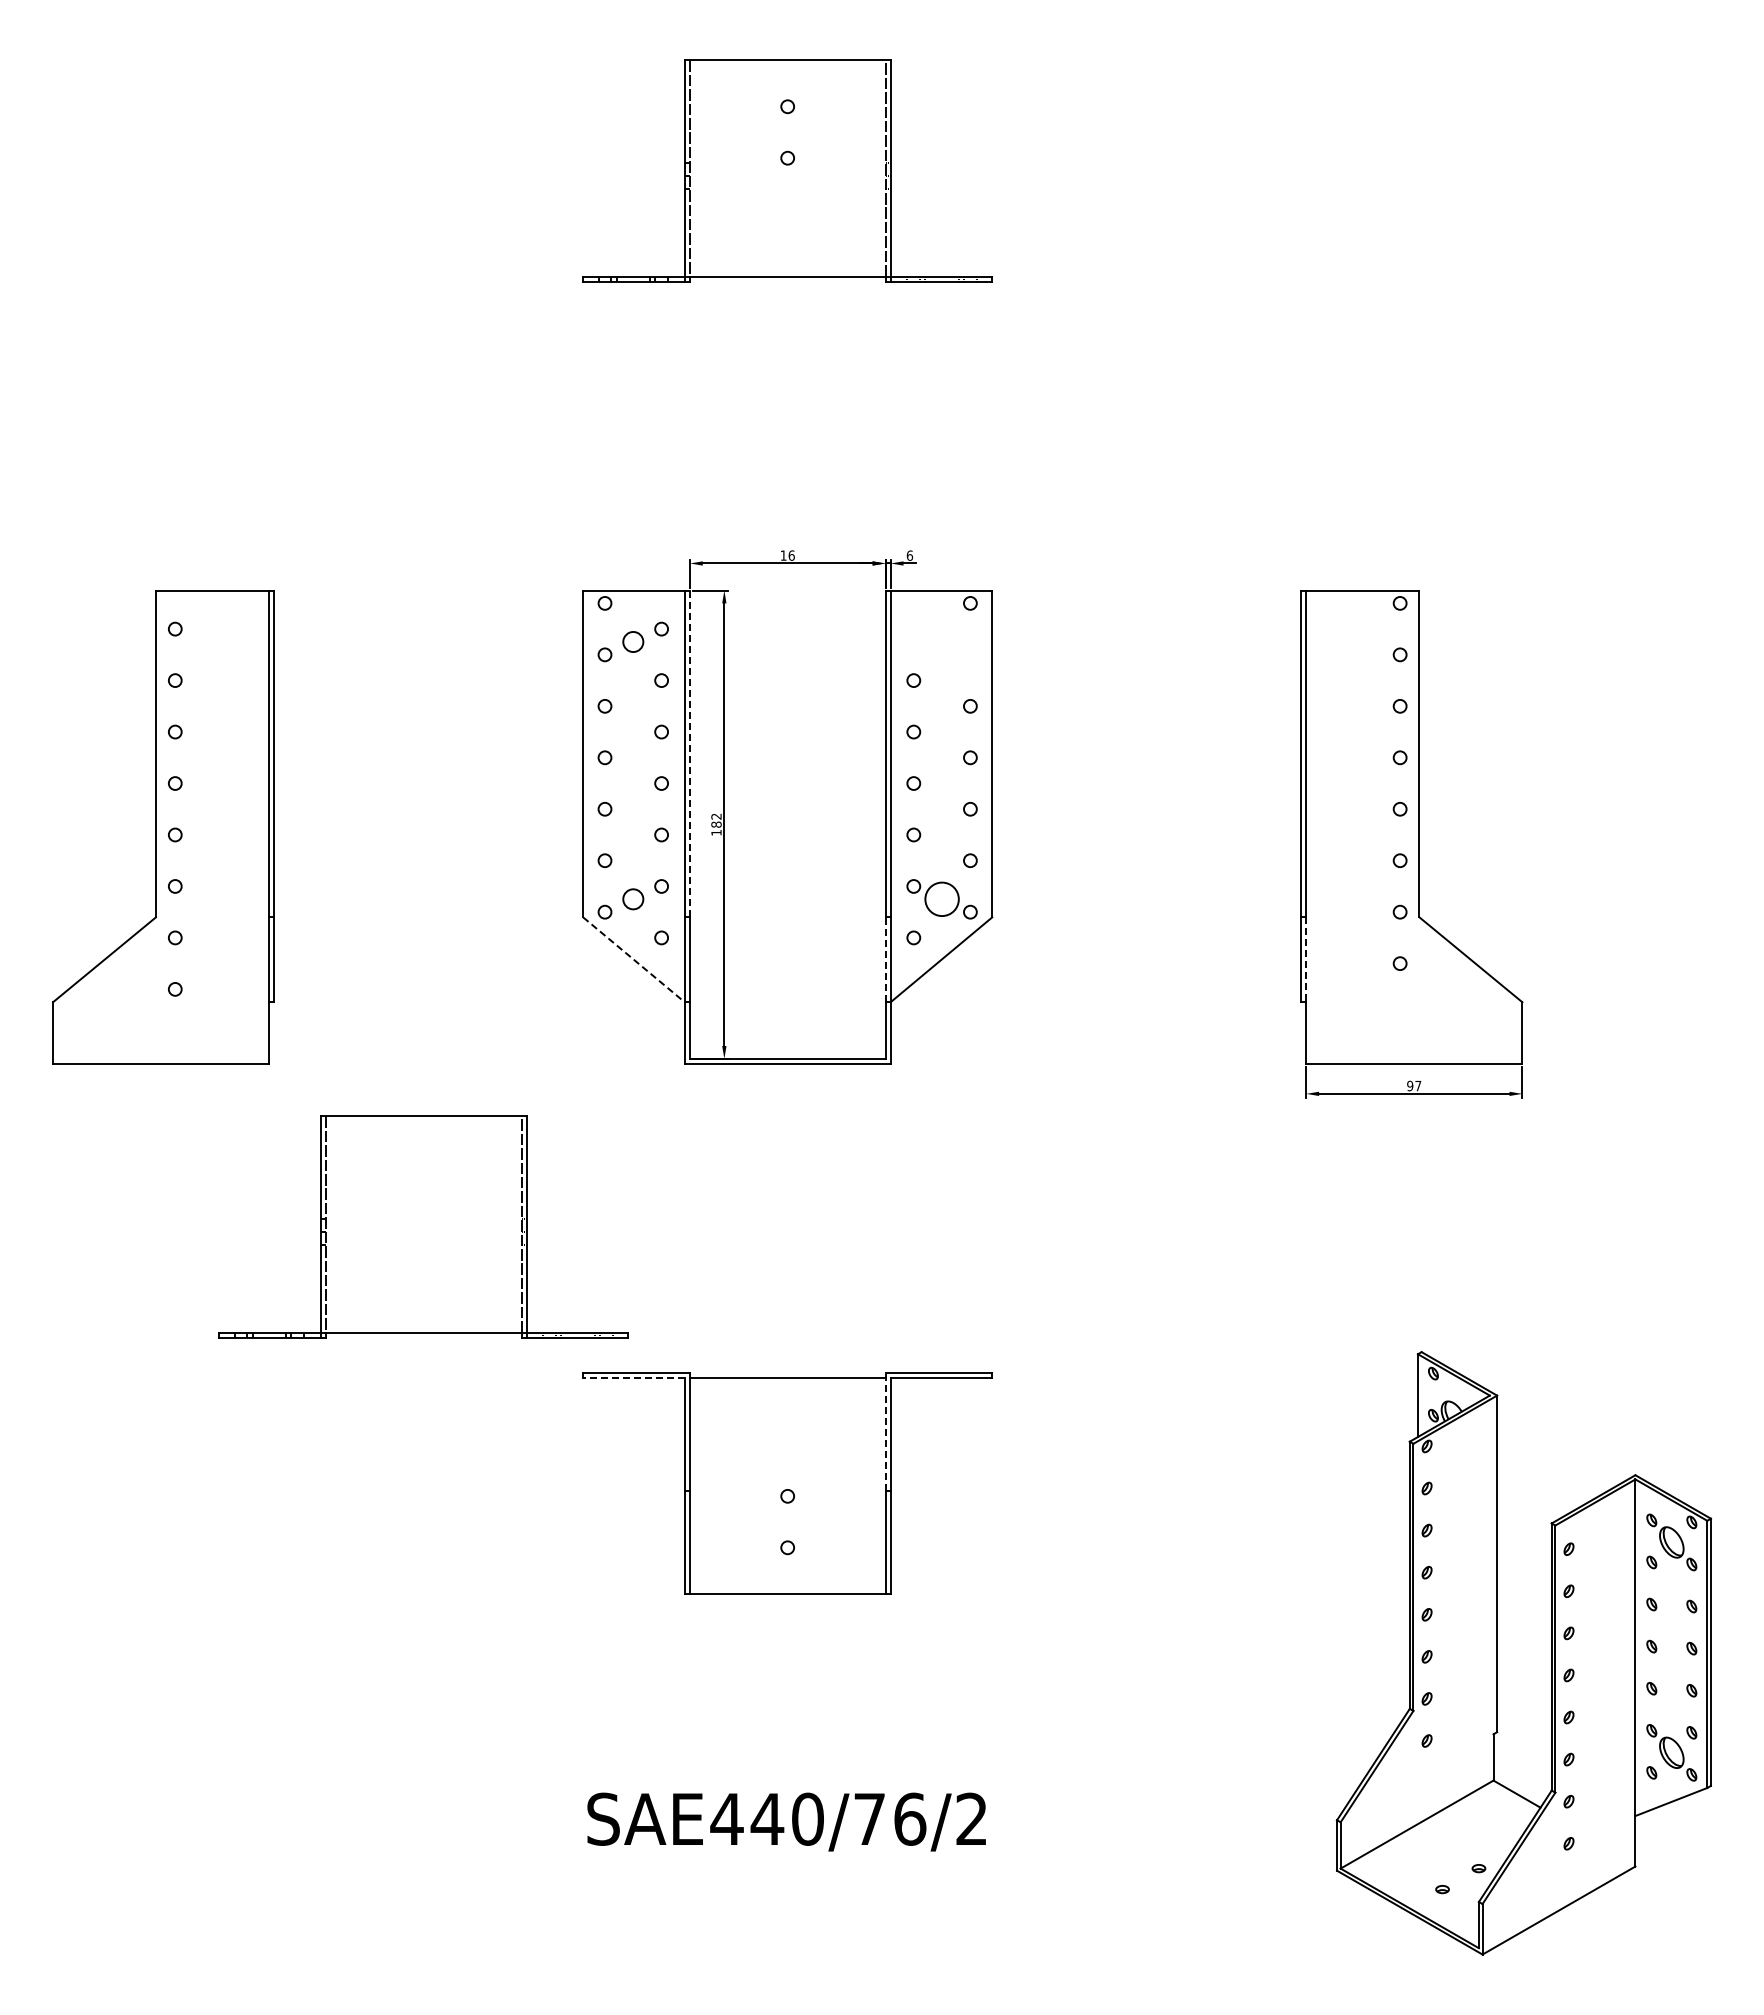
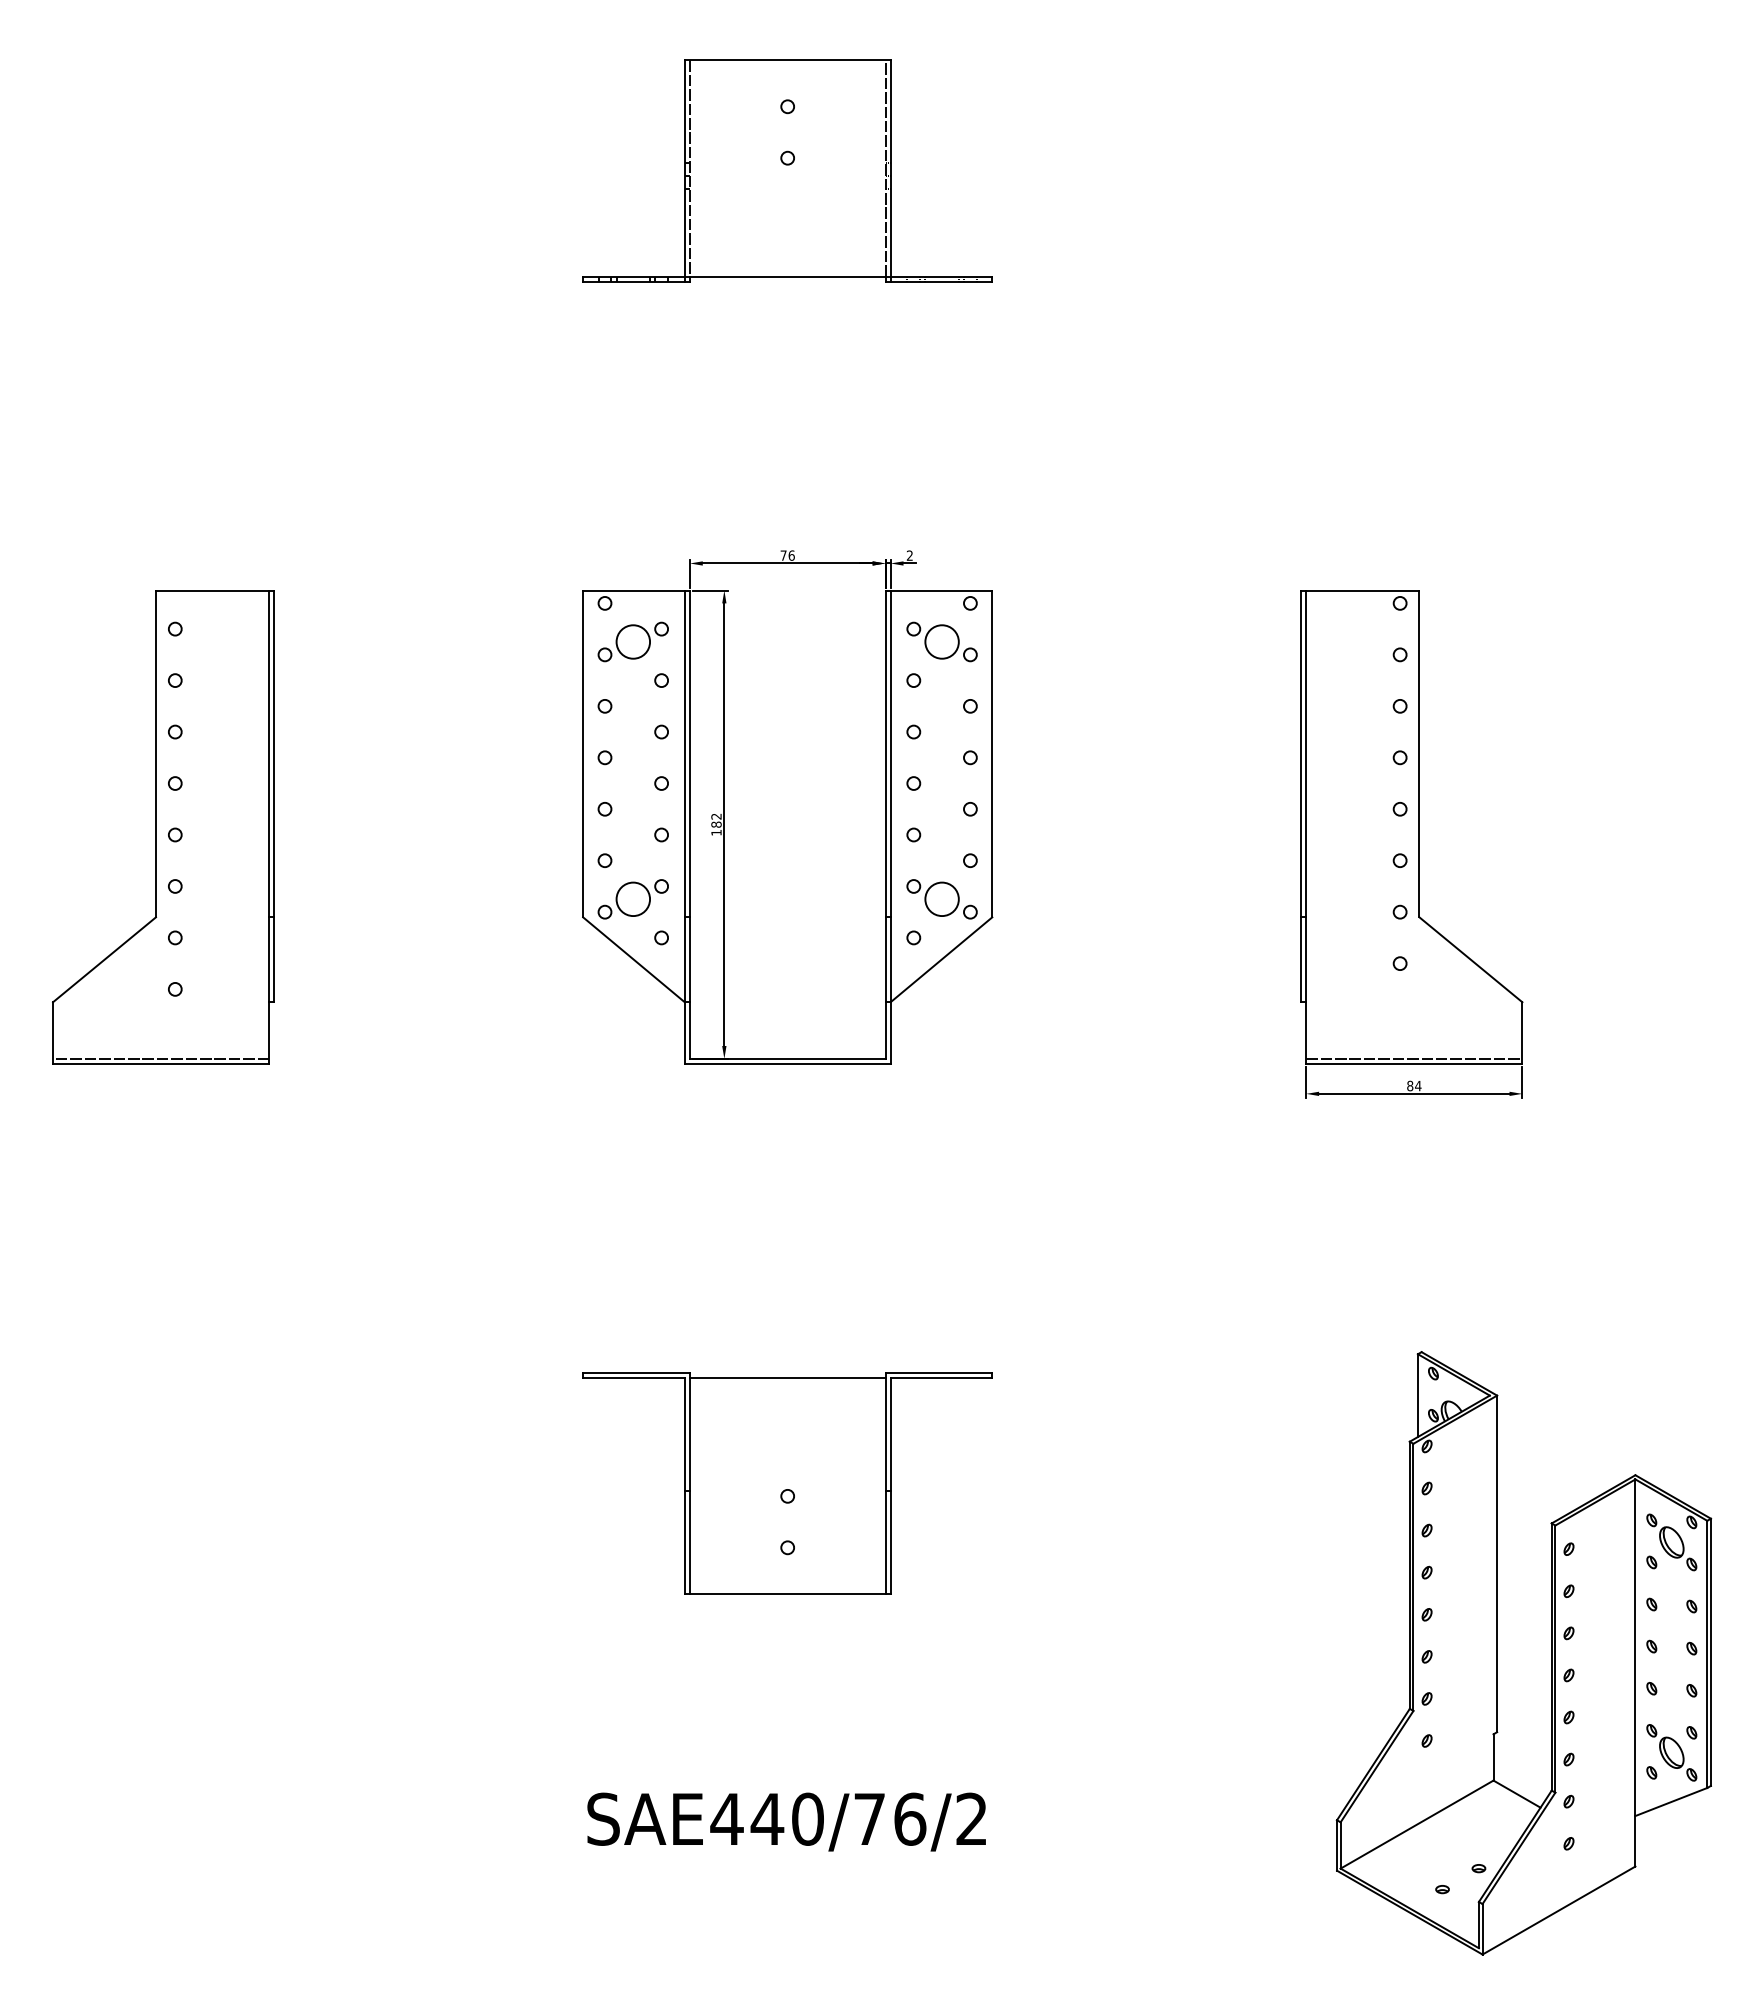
text at (783, 555): 16 -> 76
text at (909, 555): 6 -> 2
circle at (633, 641) diameter: 20 px -> 33 px
part at (941, 641): none -> present
line at (689, 753): dashed -> solid
circle at (633, 899) diameter: 20 px -> 33 px
line at (885, 959): dashed -> solid
line at (634, 960): dashed -> solid
line at (1306, 960): dashed -> solid
line at (161, 1058): none -> present
line at (1414, 1058): none -> present
text at (1414, 1085): 97 -> 84
part at (423, 1226): present -> none
line at (633, 1377): dashed -> solid
line at (885, 1431): dashed -> solid
